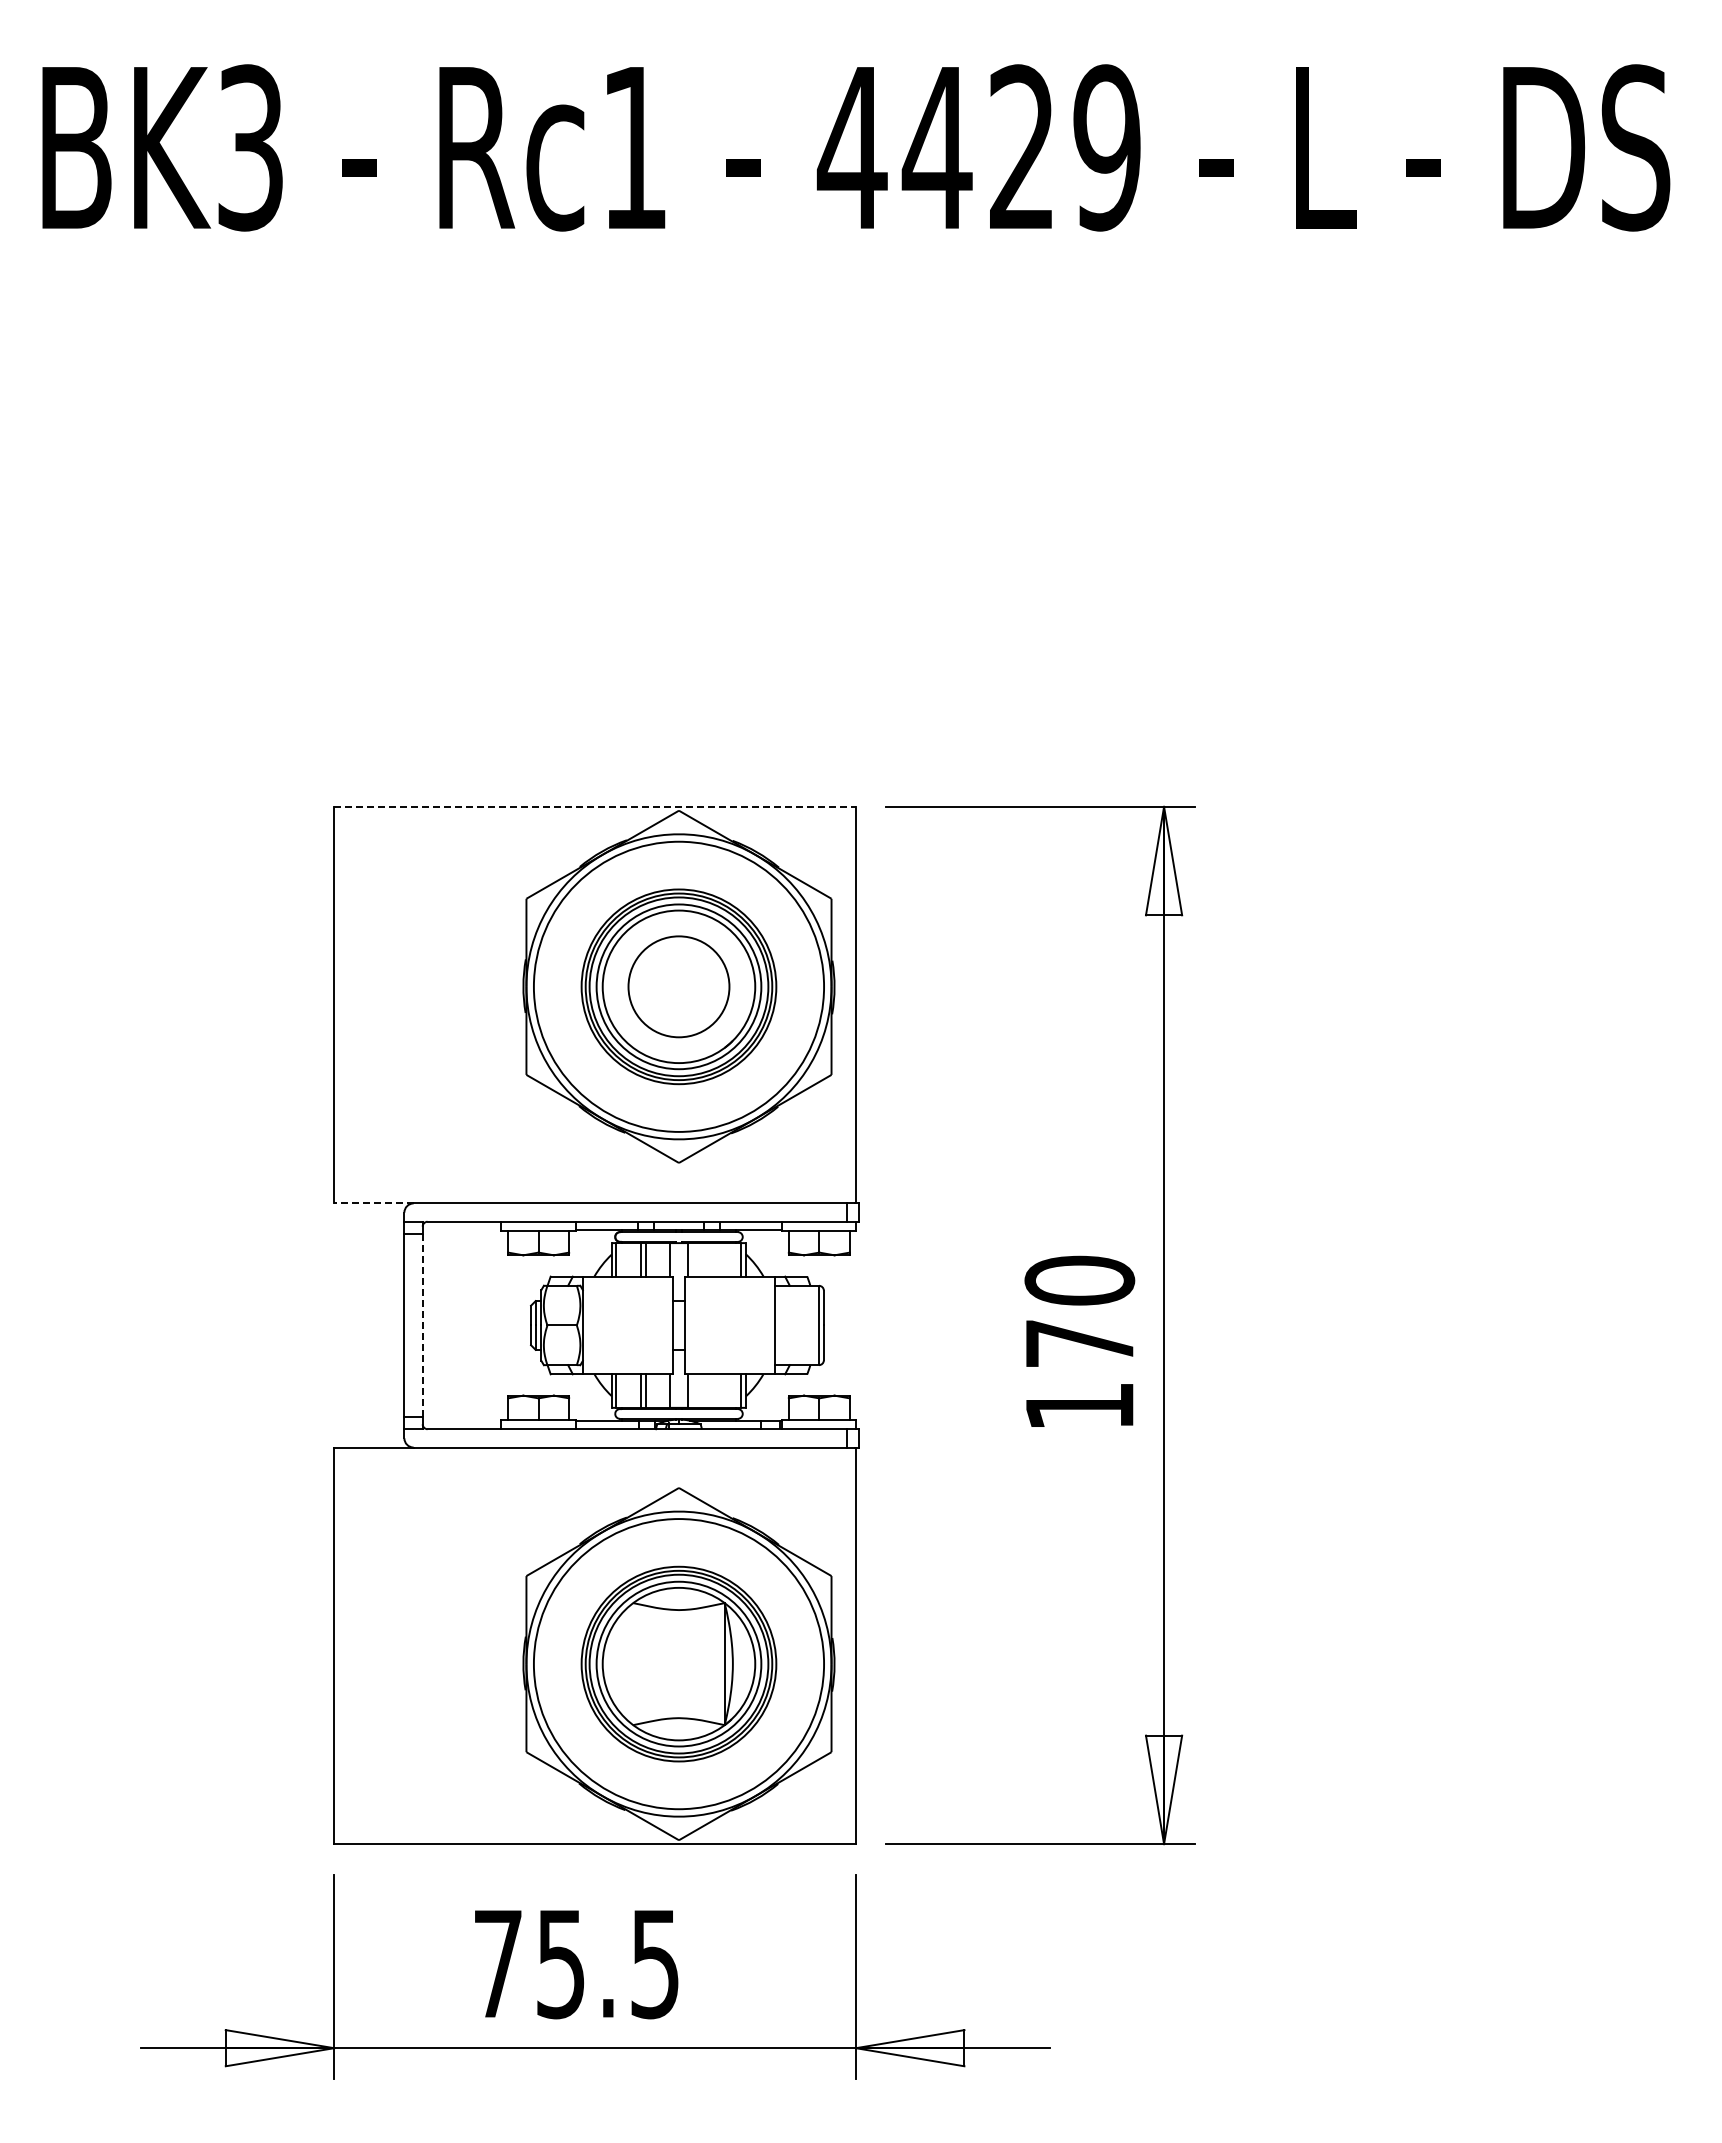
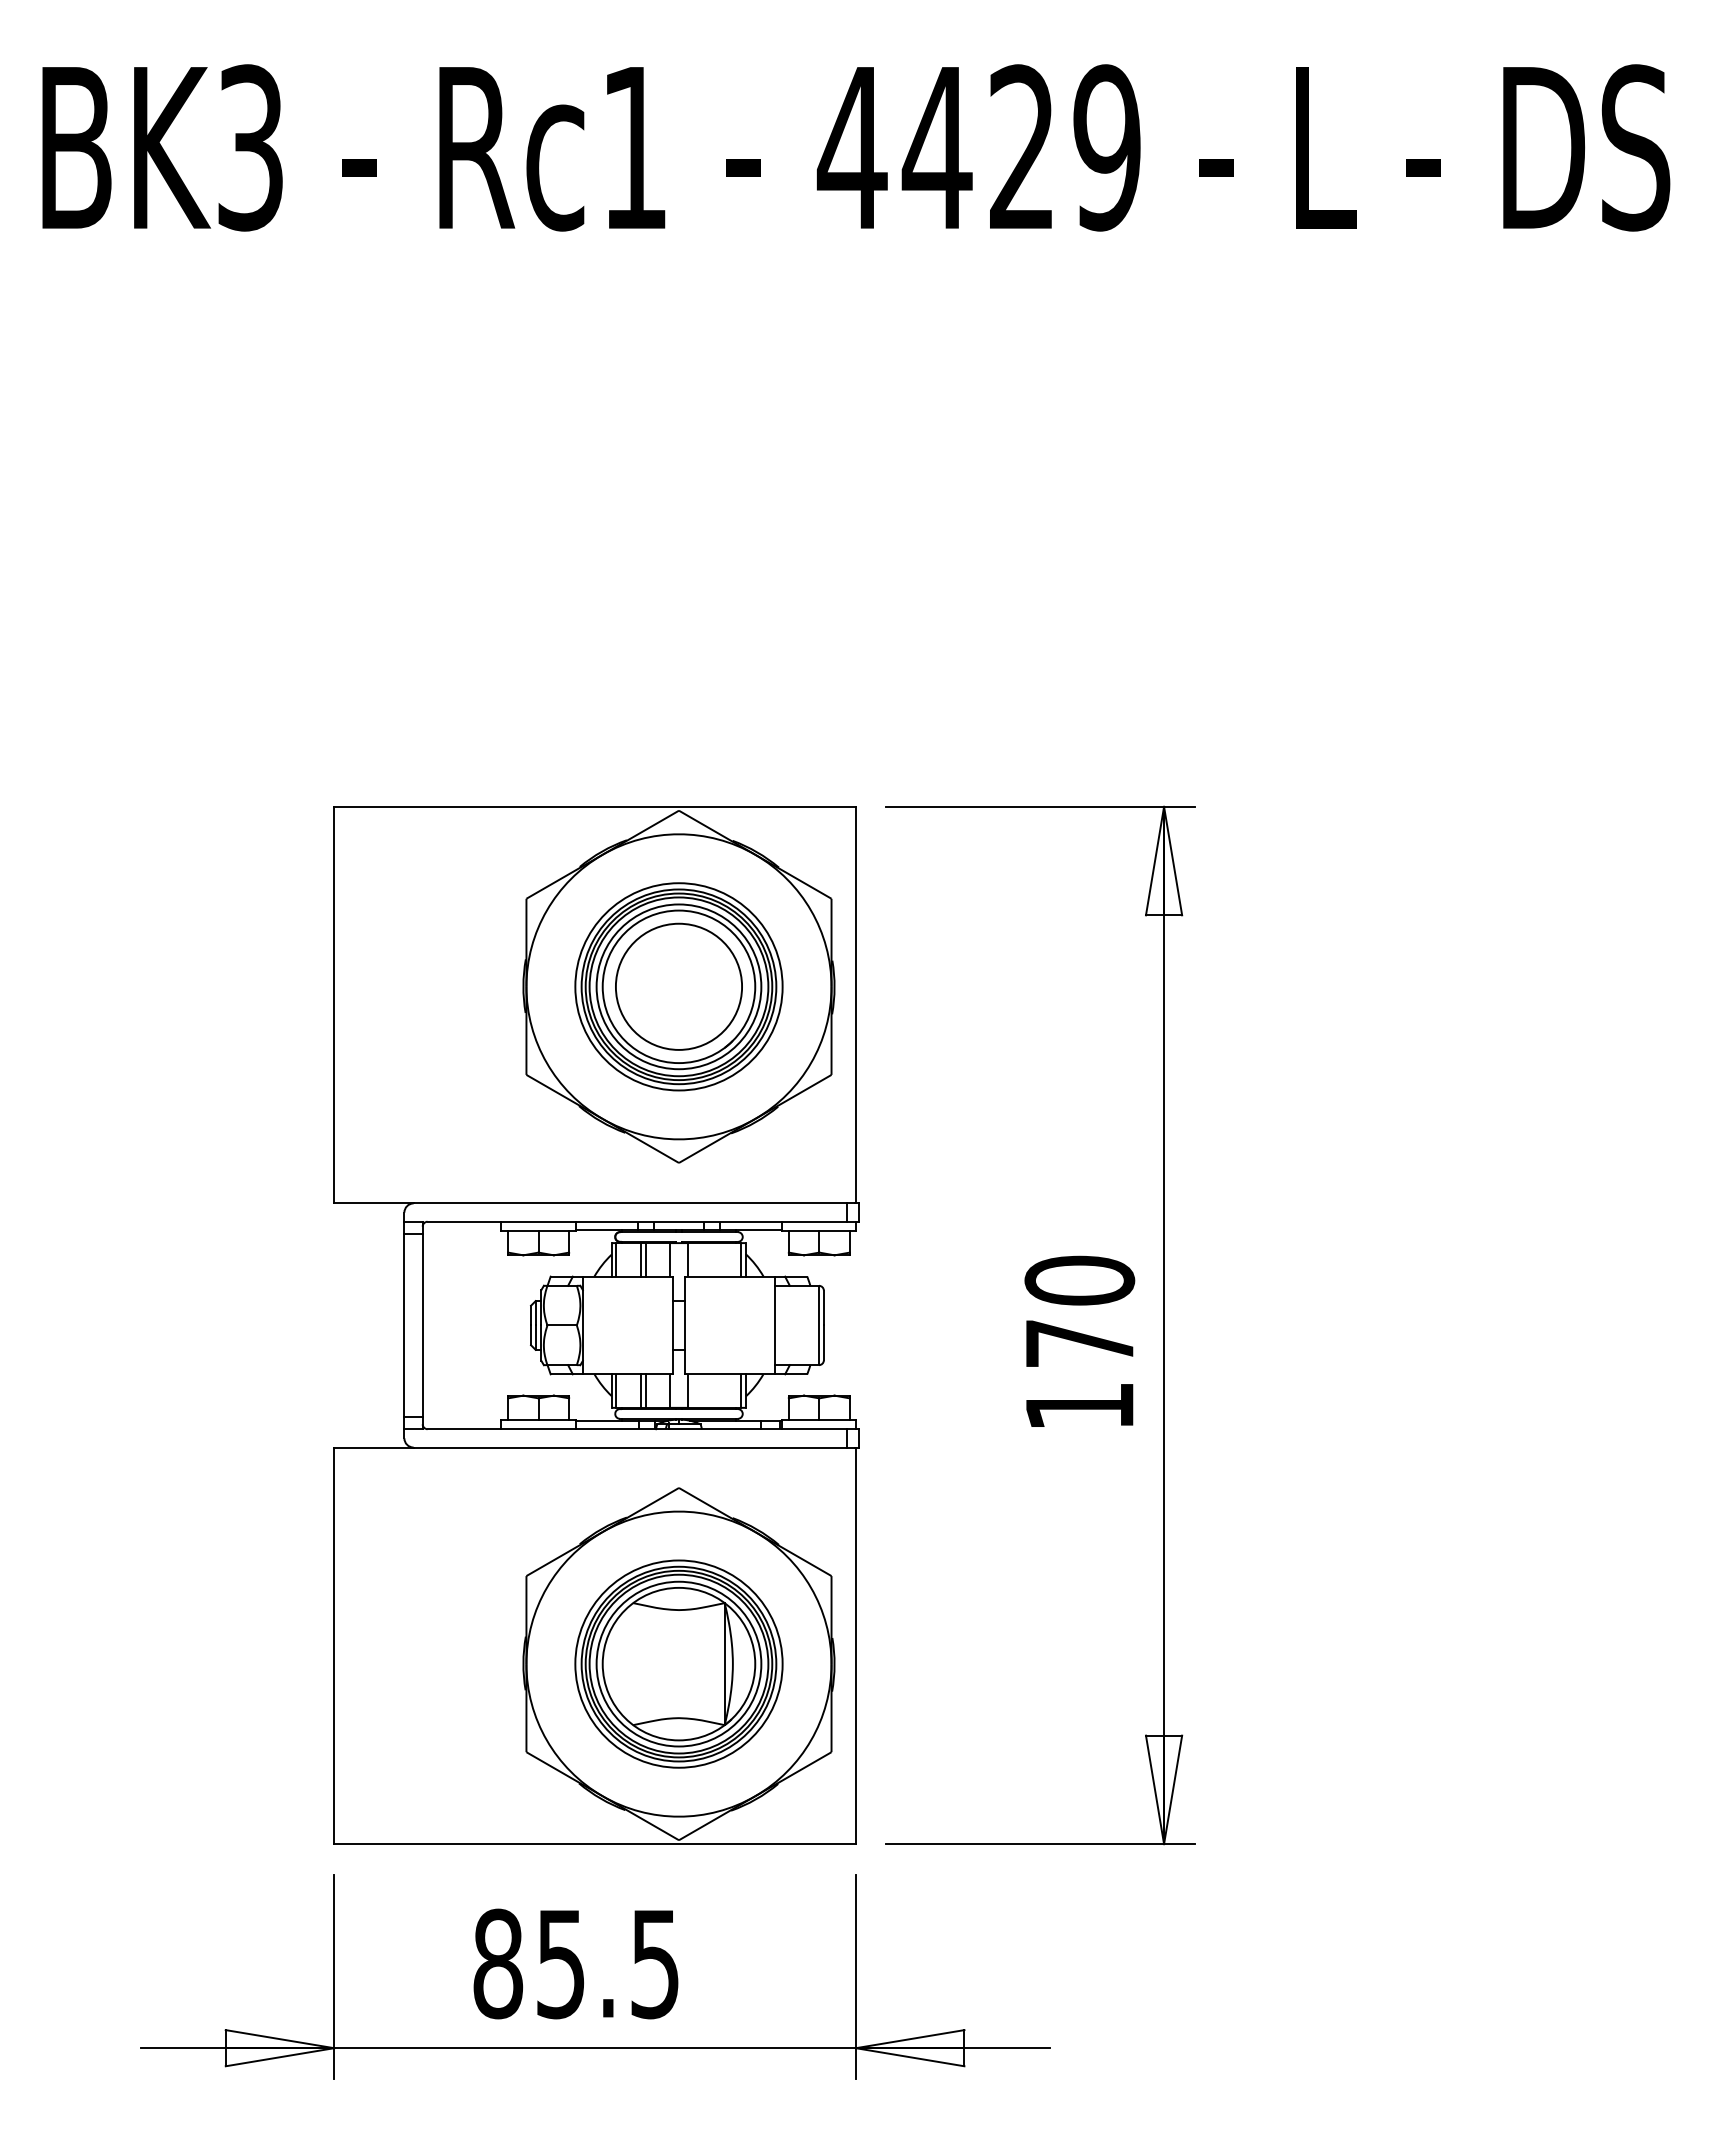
line at (595, 806): dashed -> solid
circle at (678, 986) diameter: 101 px -> 126 px
circle at (678, 986) diameter: 290 px -> 207 px
line at (373, 1203): dashed -> solid
line at (422, 1325): dashed -> solid
circle at (678, 1664) diameter: 290 px -> 207 px
text at (498, 1963): 75.5 -> 85.5
